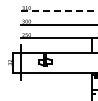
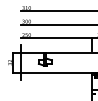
line at (59, 11): dashed -> solid
